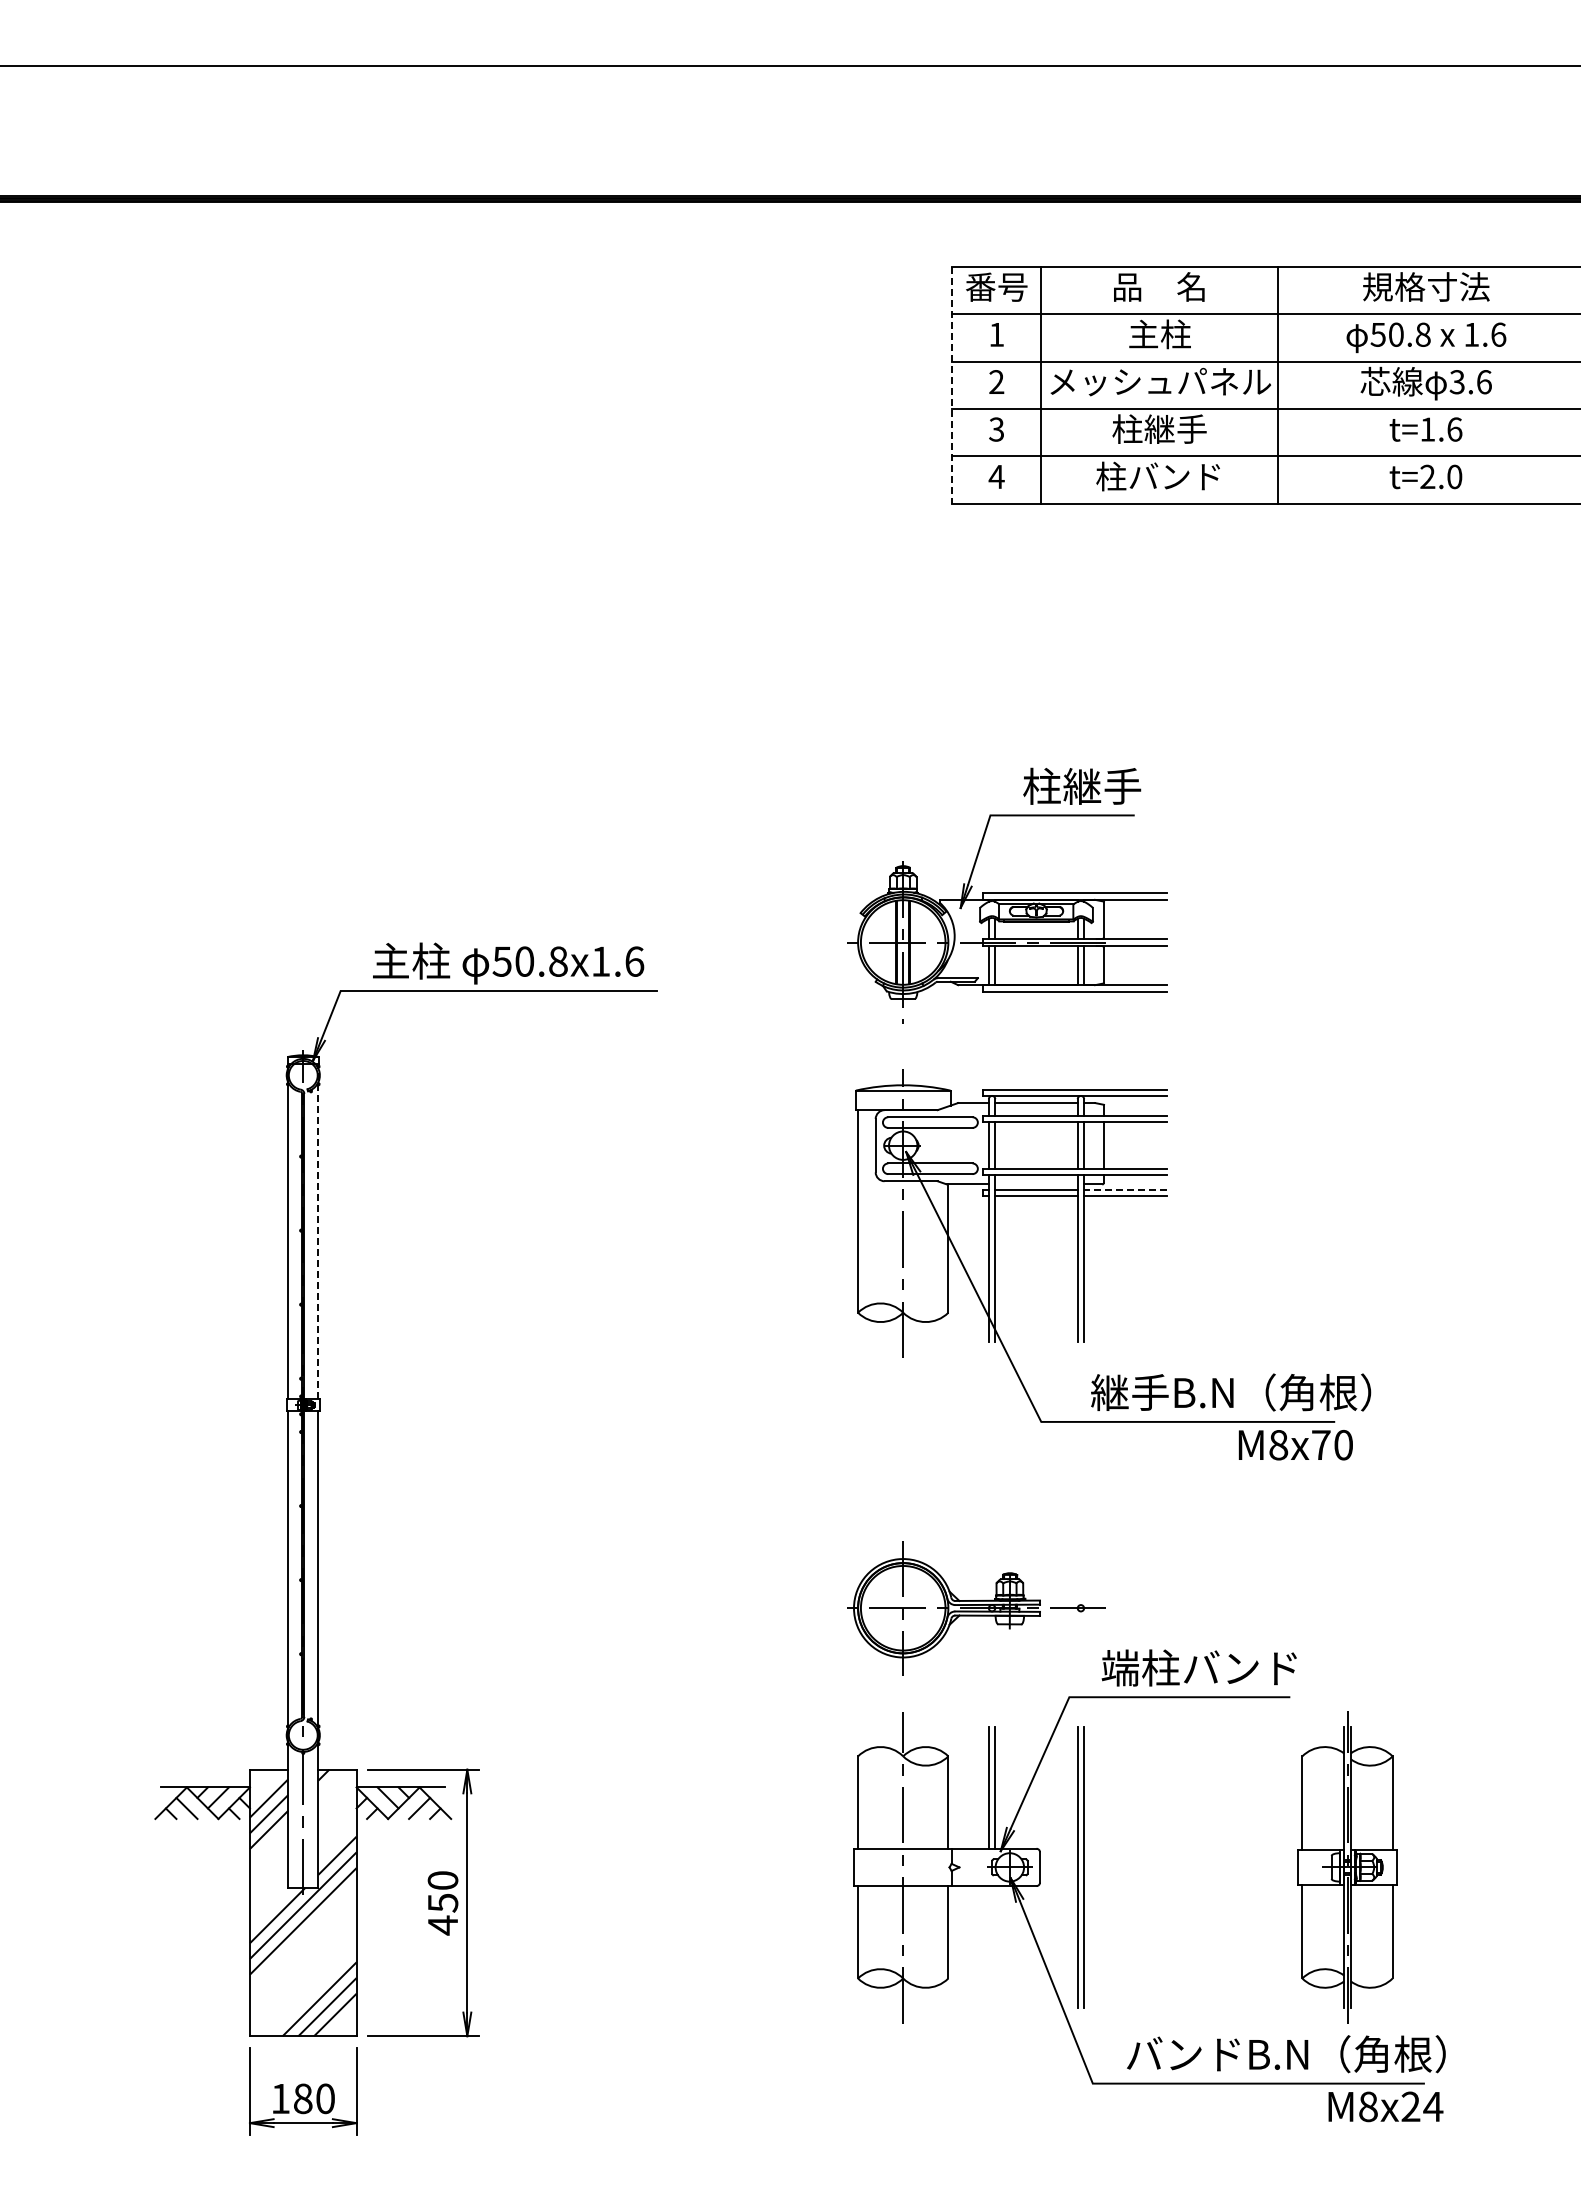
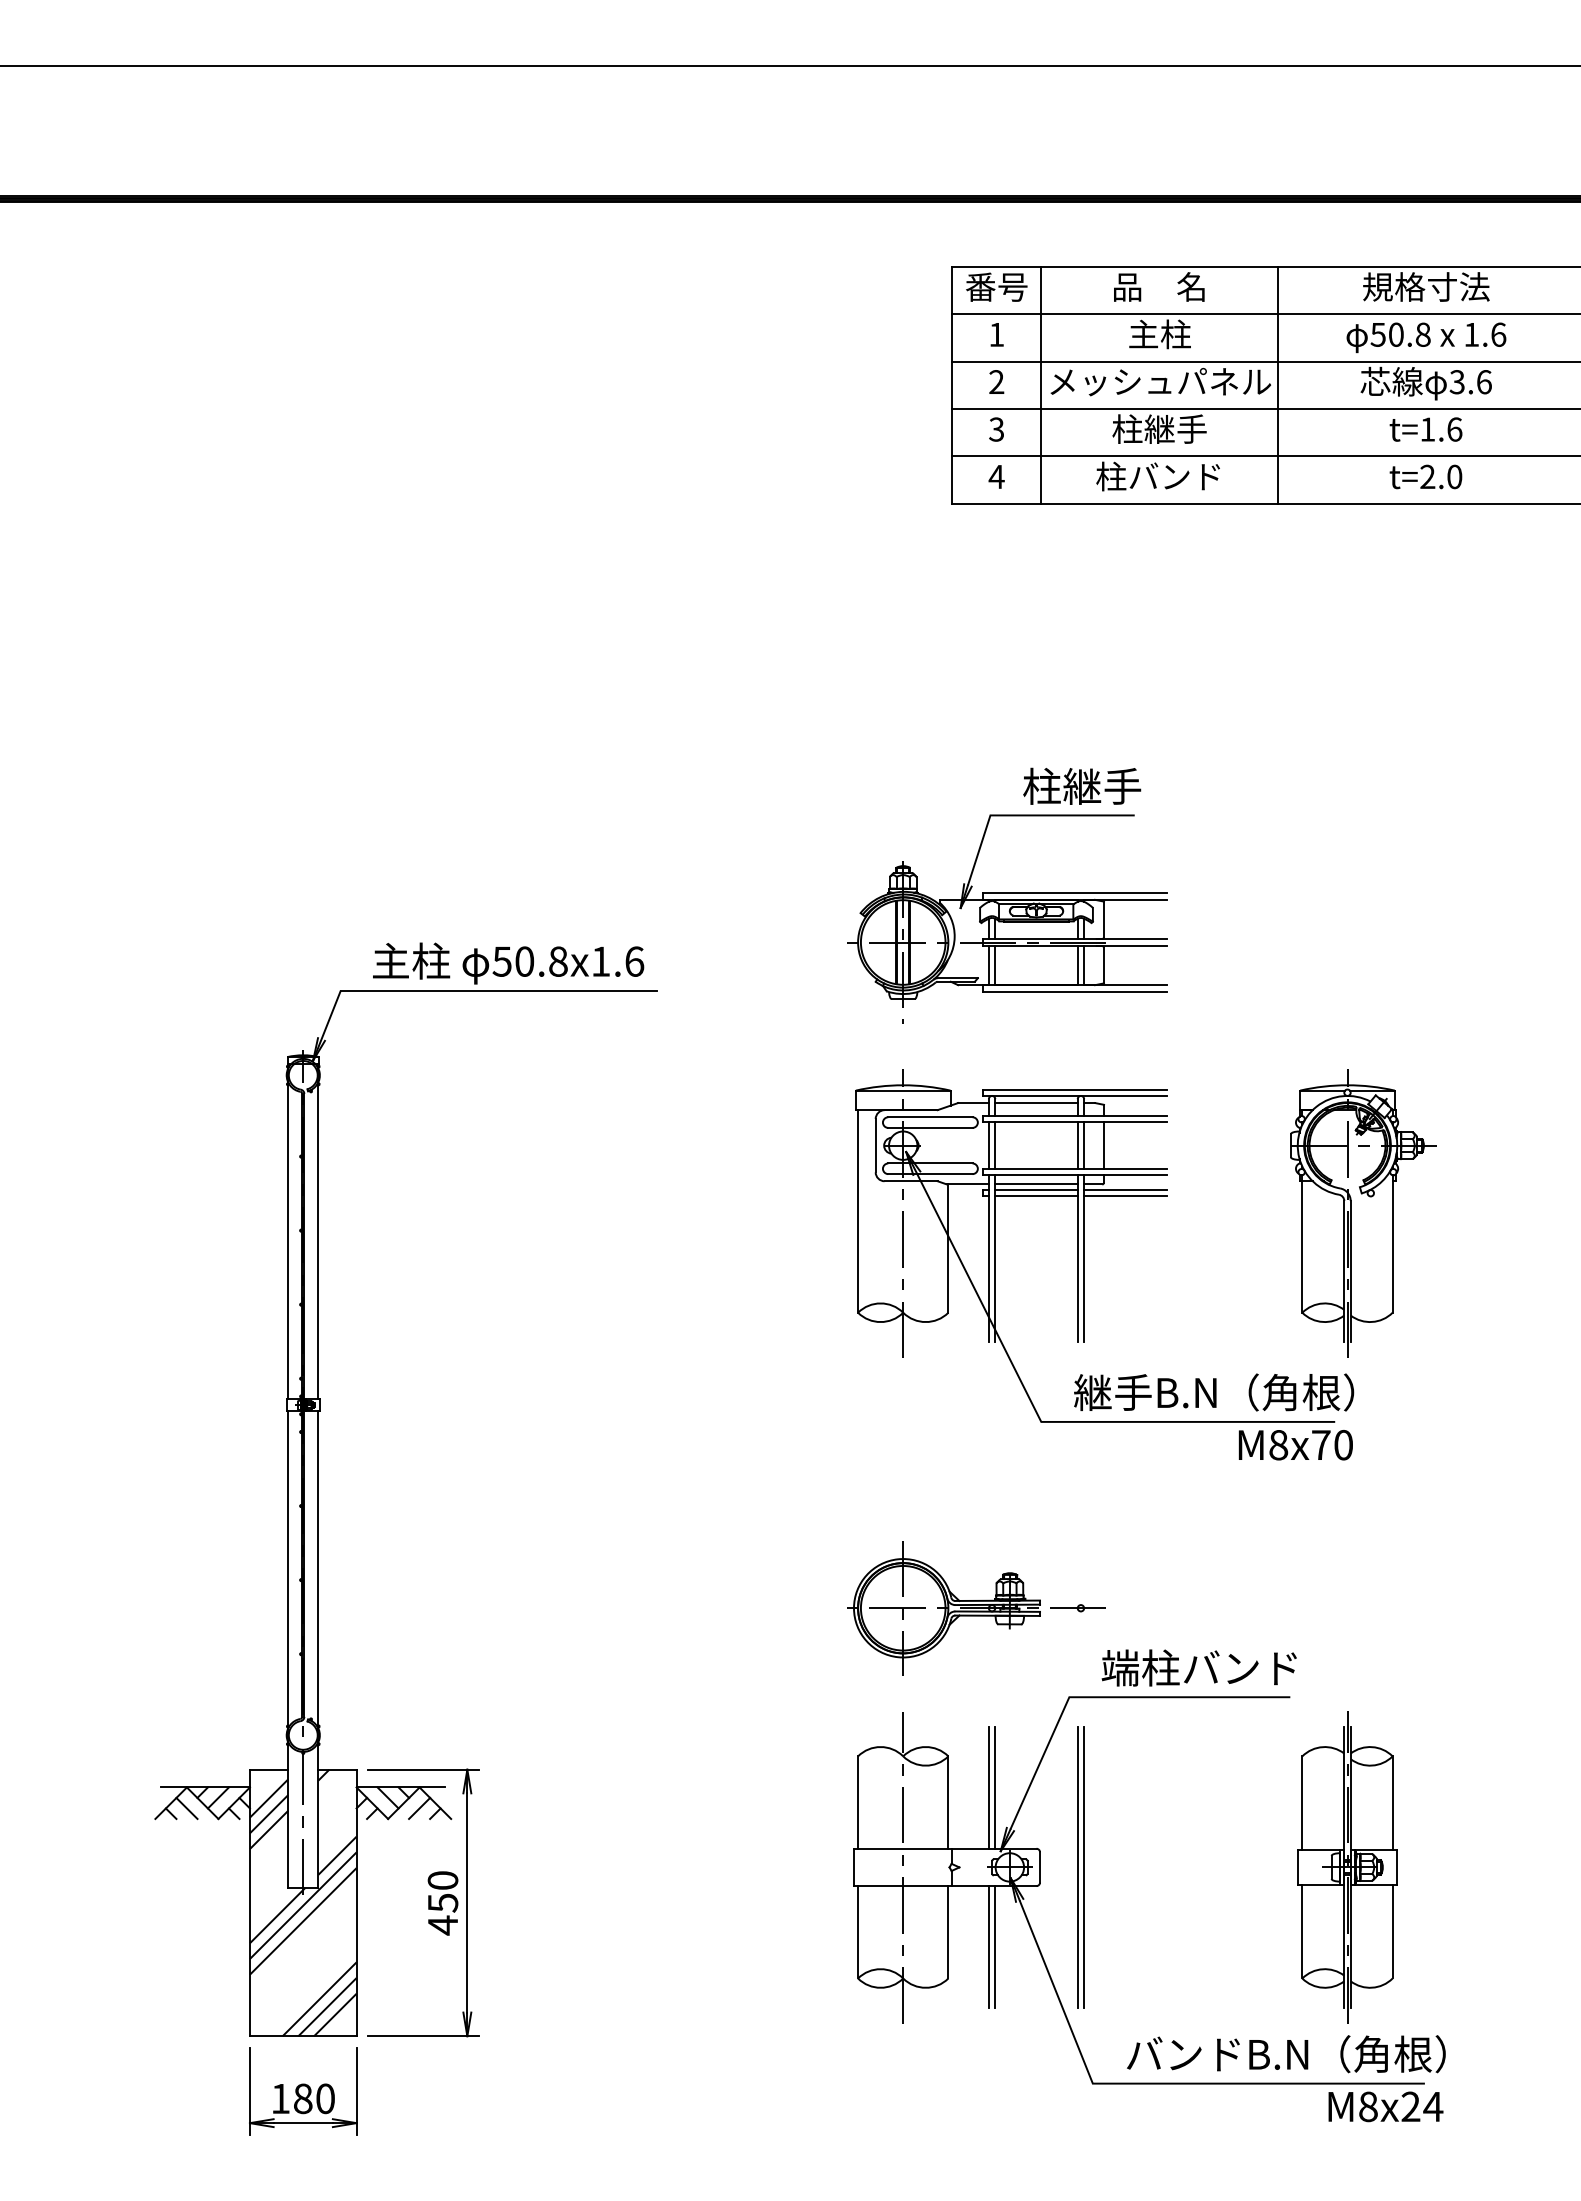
line at (952, 385): dashed -> solid
line at (1036, 1184): none -> present
line at (1124, 1190): dashed -> solid
part at (1363, 1213): none -> present
line at (318, 1231): dashed -> solid
text at (1231, 1392) position: (1231, 1392) -> (1214, 1392)
line at (988, 1947): none -> present
line at (995, 1947): none -> present
